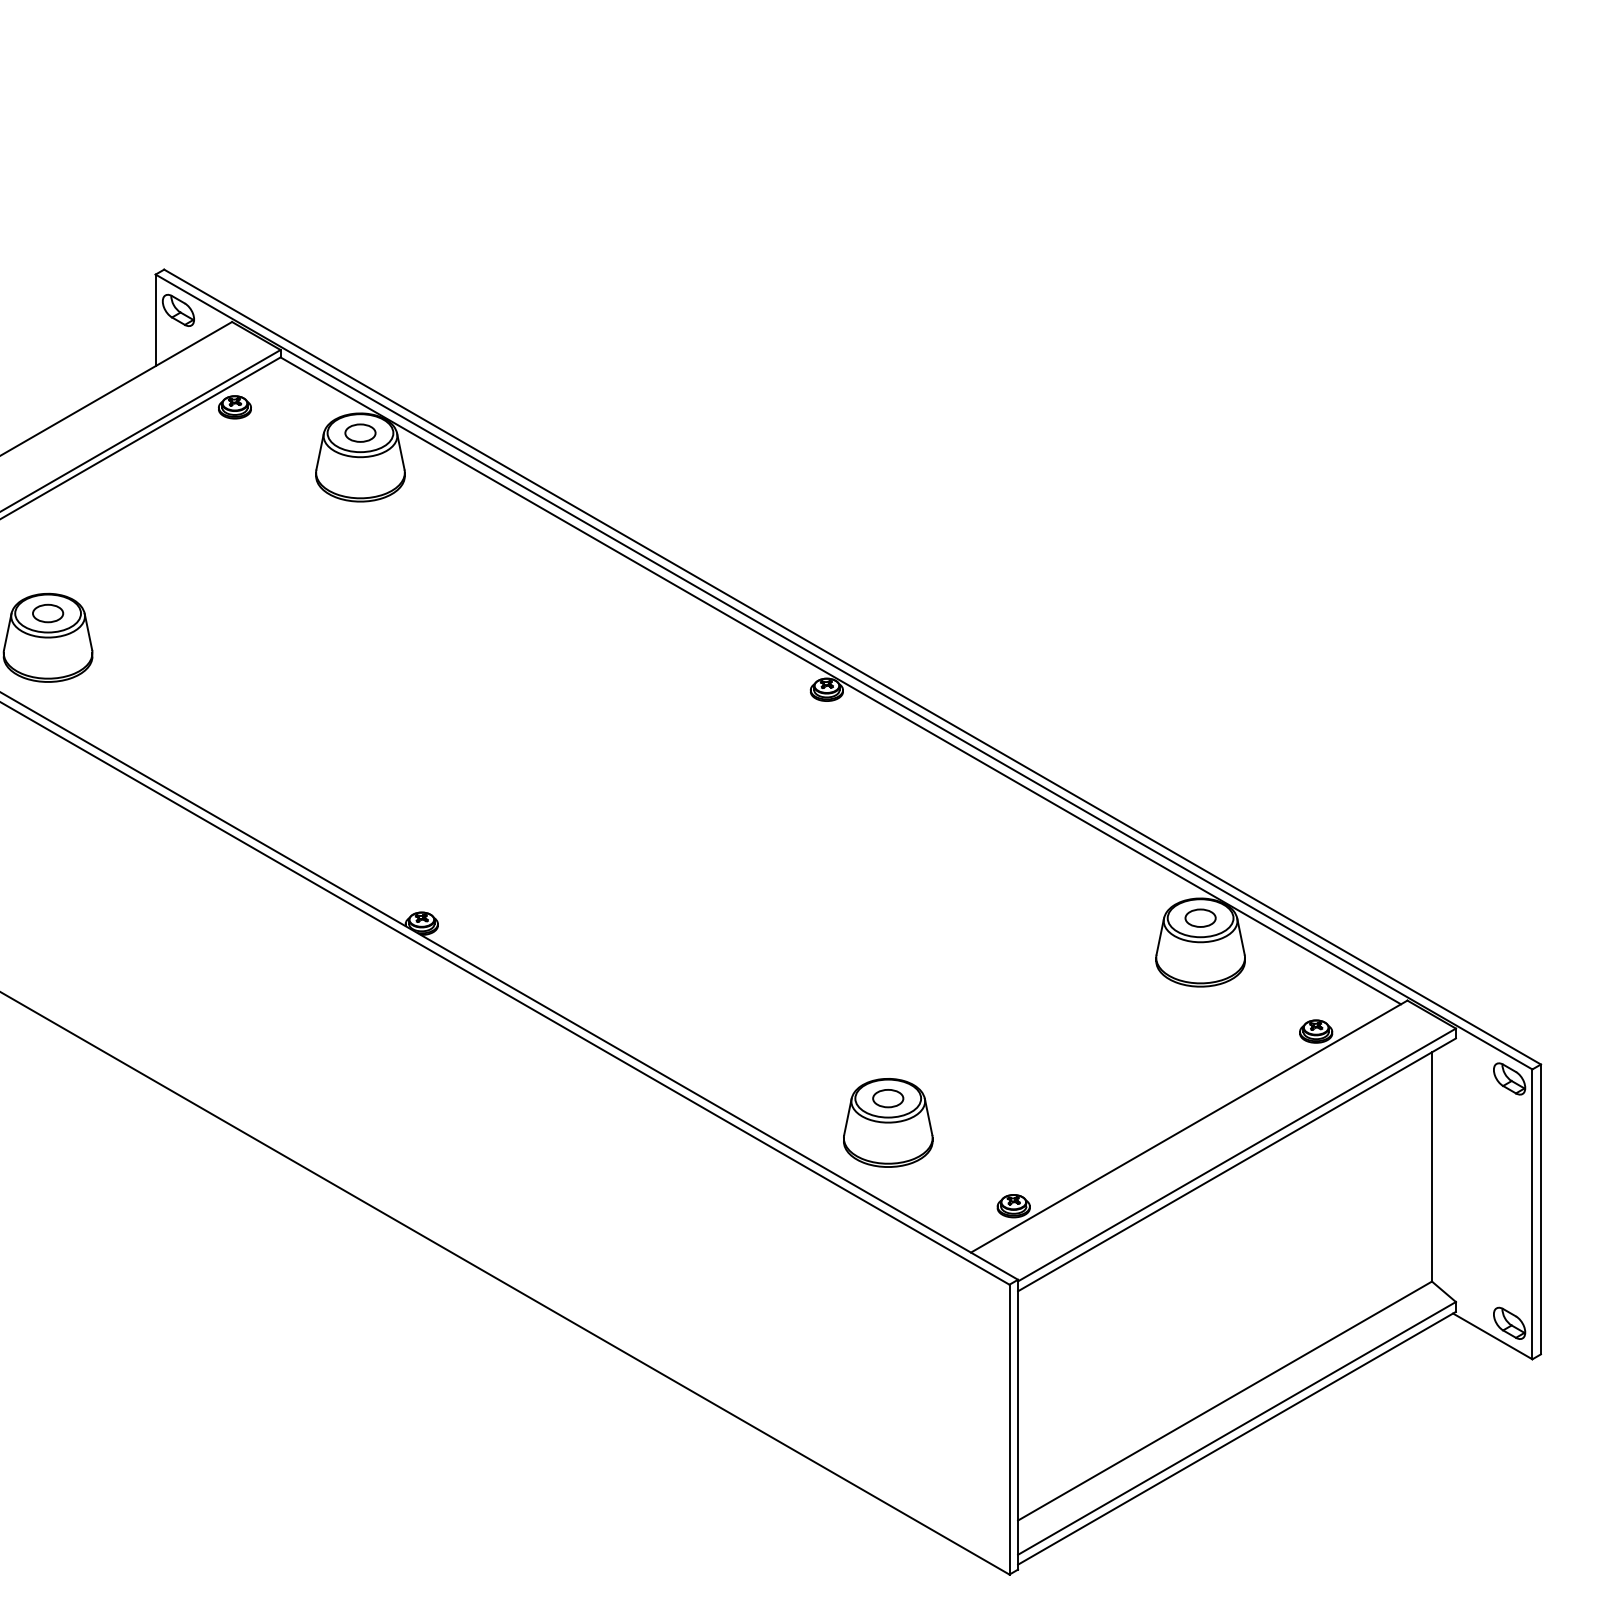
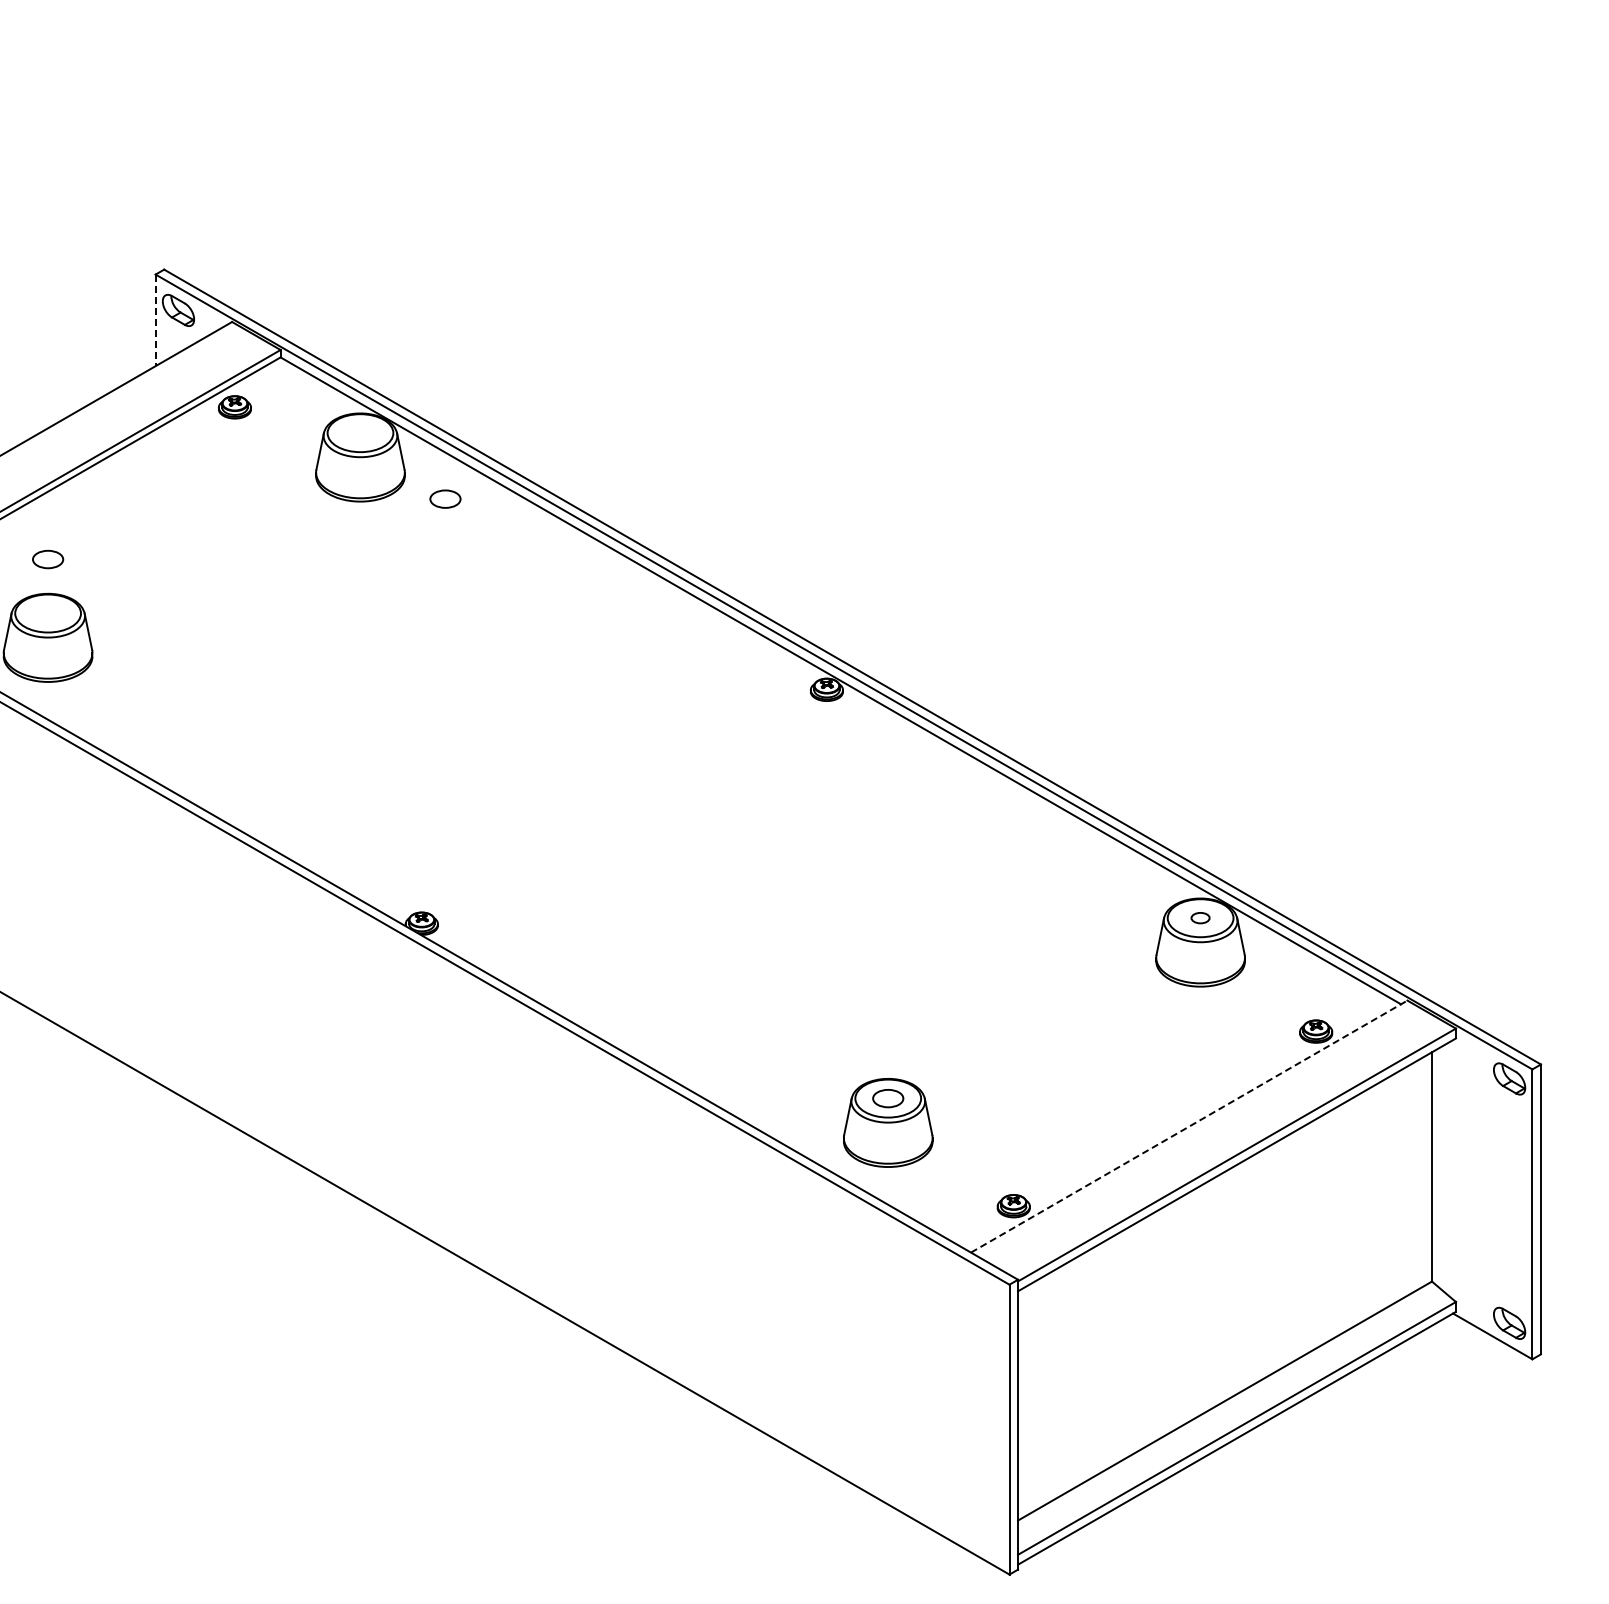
line at (155, 320): solid -> dashed
part at (360, 432) position: (360, 432) -> (445, 498)
part at (48, 613) position: (48, 613) -> (48, 559)
part at (1200, 917) size: 33x20 px -> 21x13 px
line at (1189, 1126): solid -> dashed
